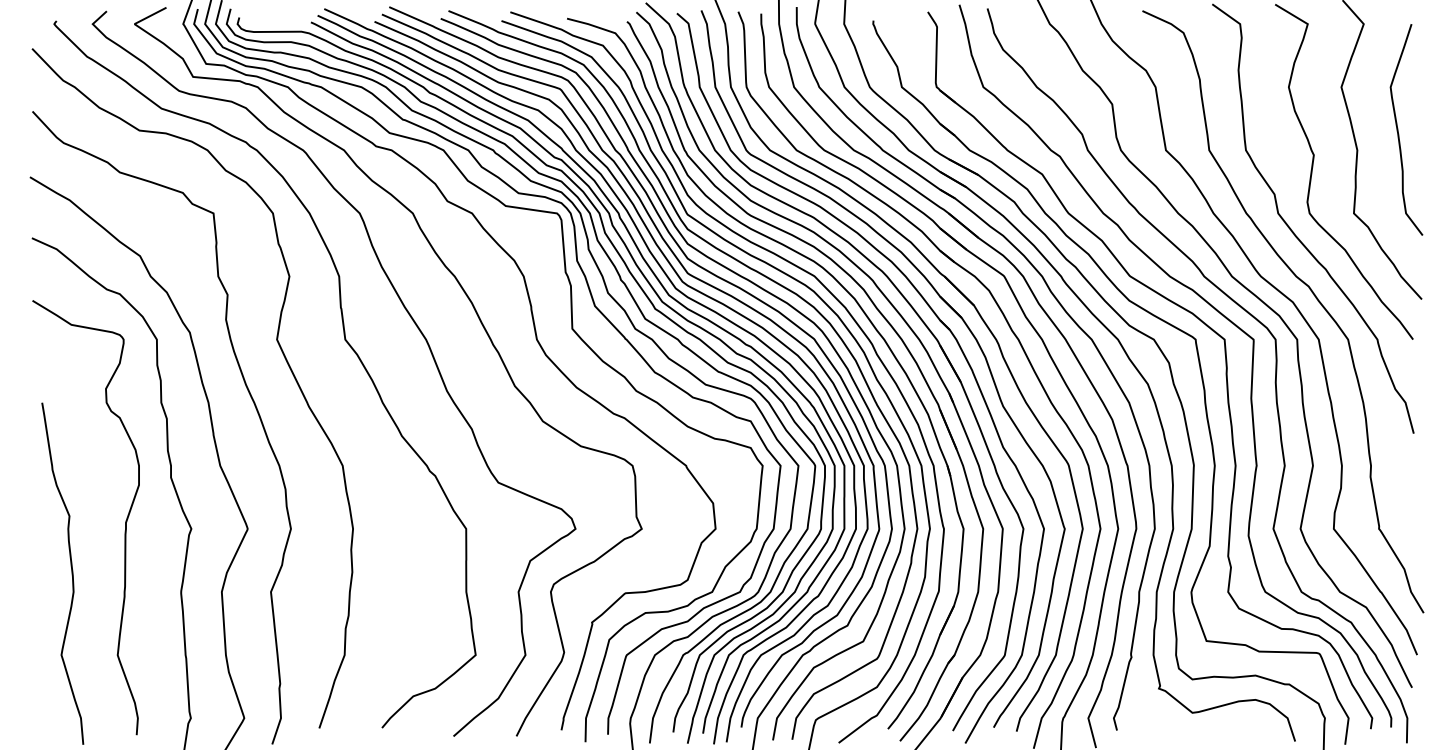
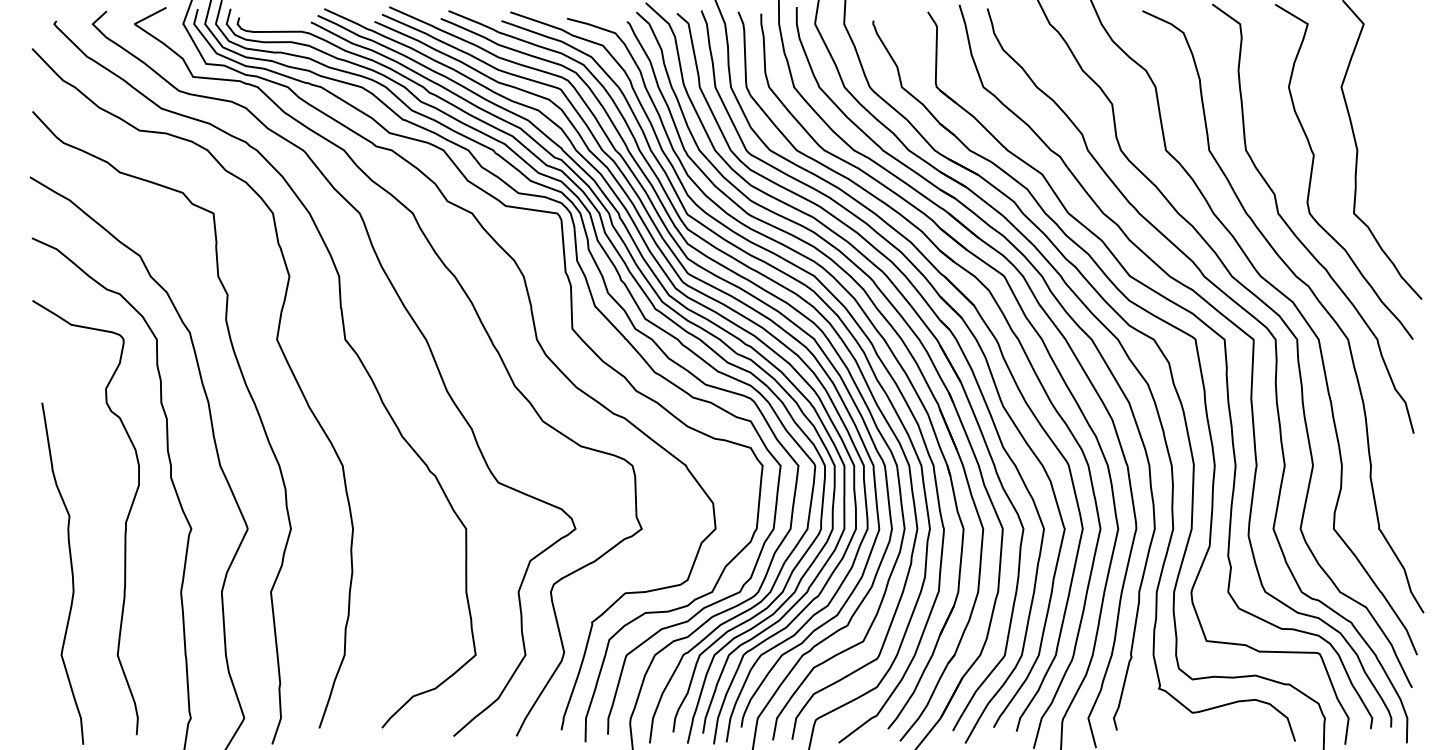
curve at (1398, 129): present -> none
